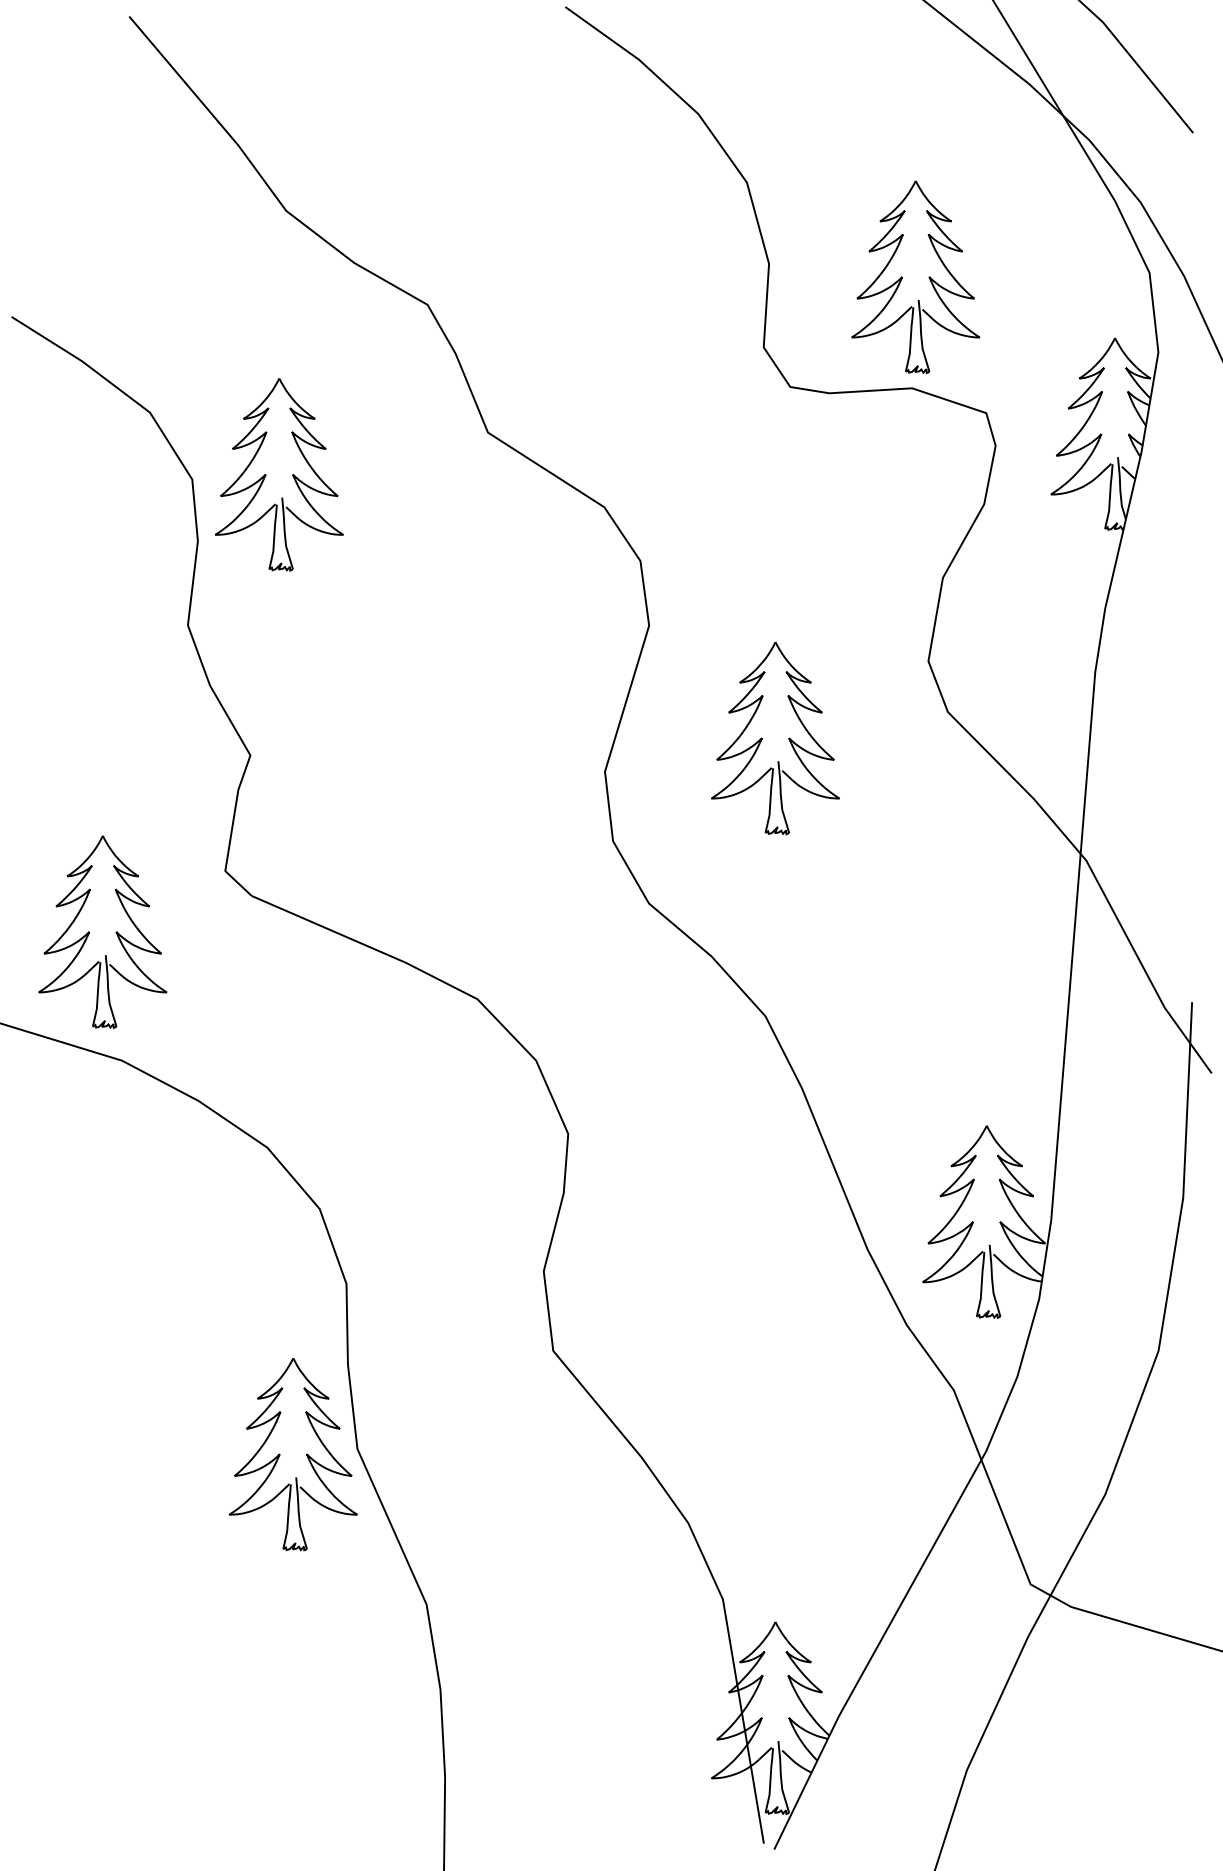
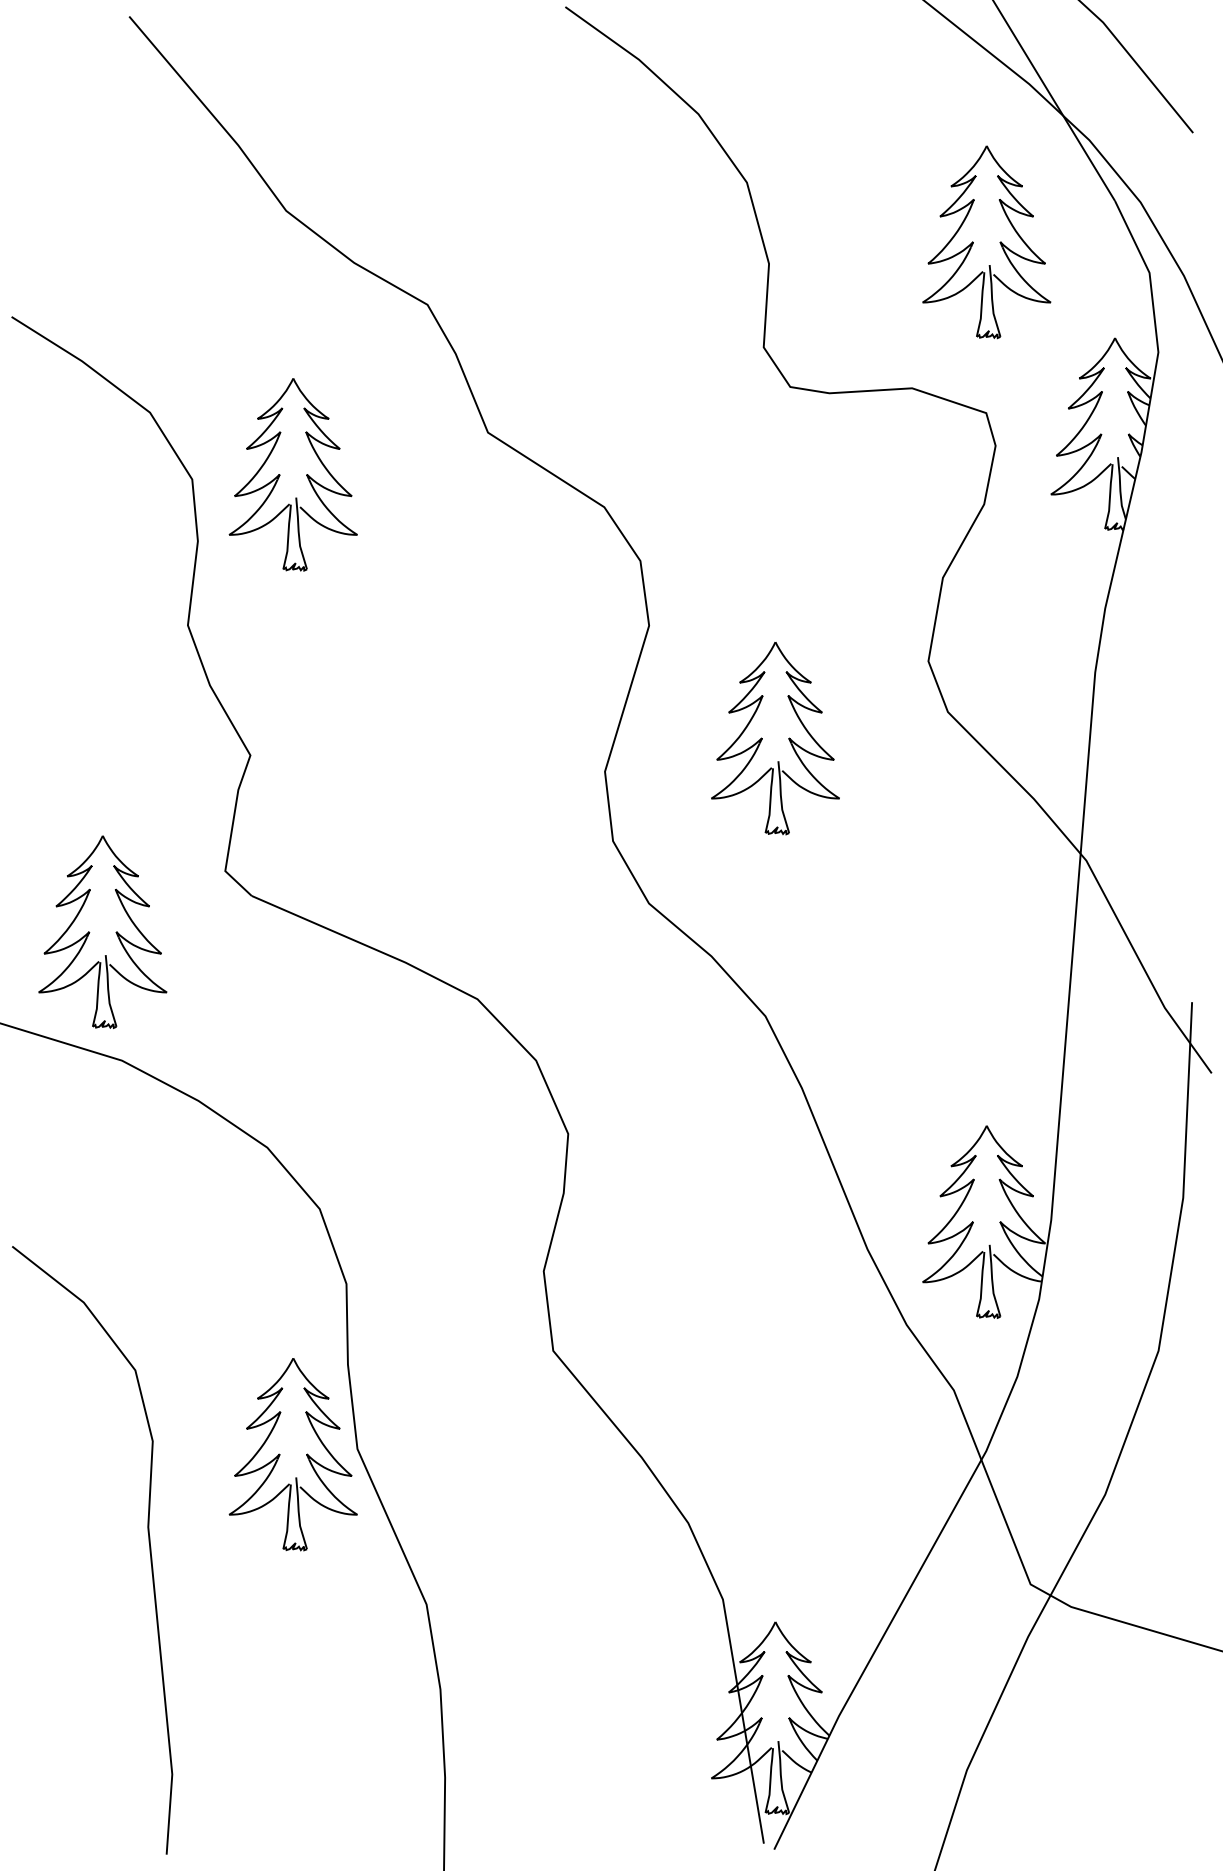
part at (902, 277) position: (902, 277) -> (973, 242)
part at (278, 474) position: (278, 474) -> (292, 474)
curve at (148, 1542): none -> present
